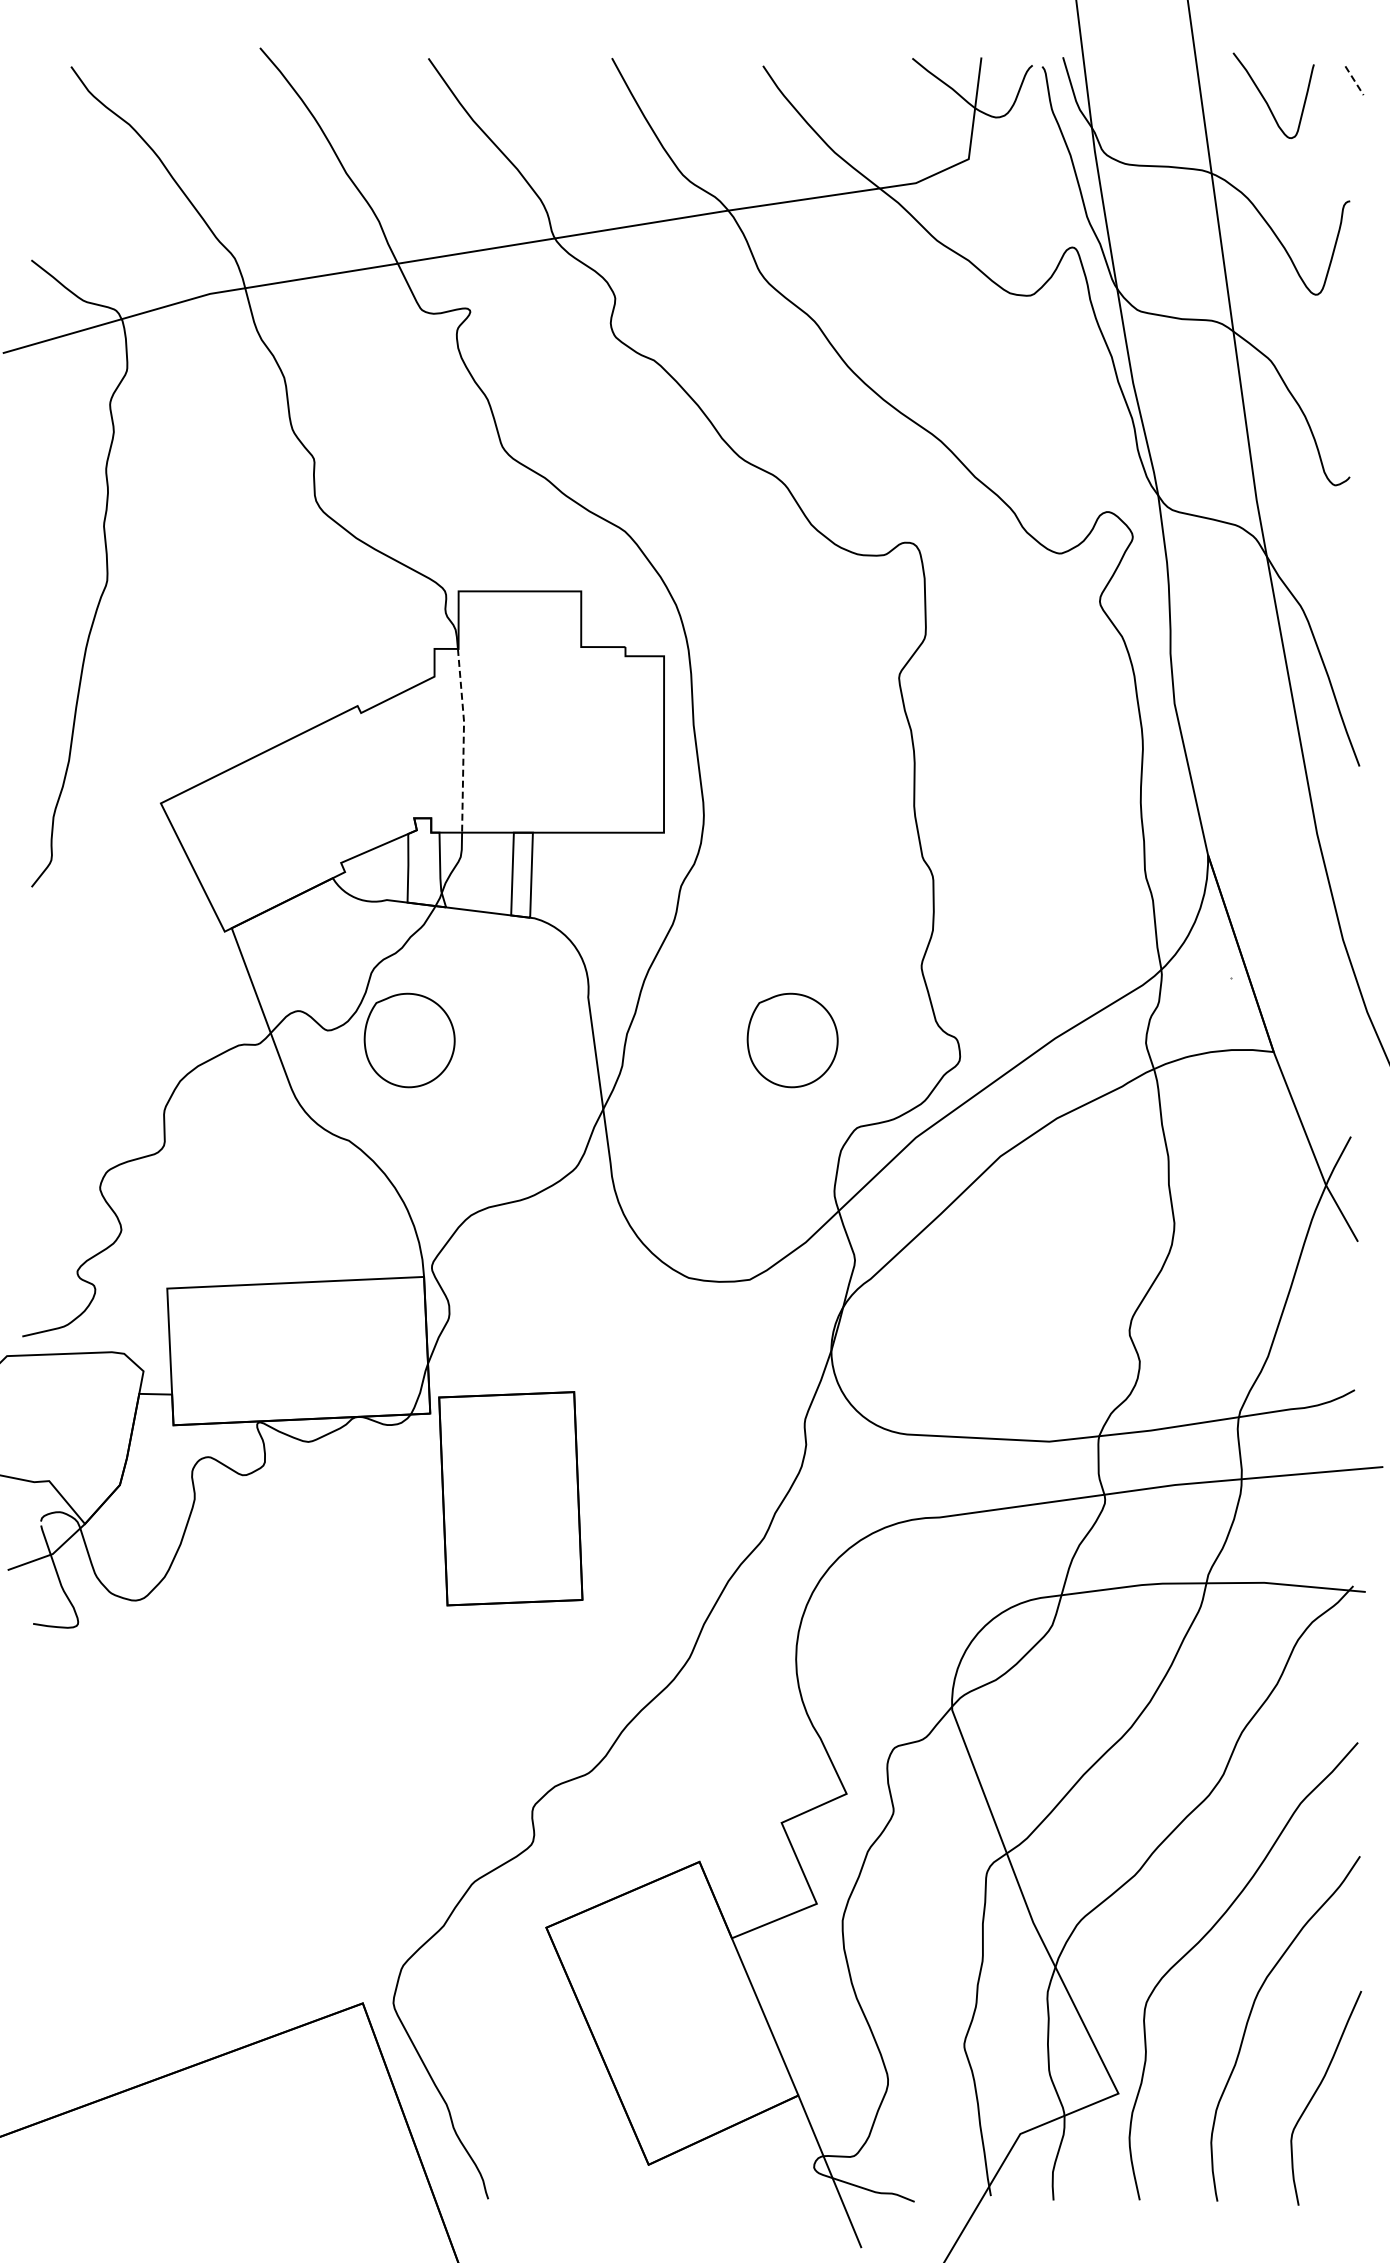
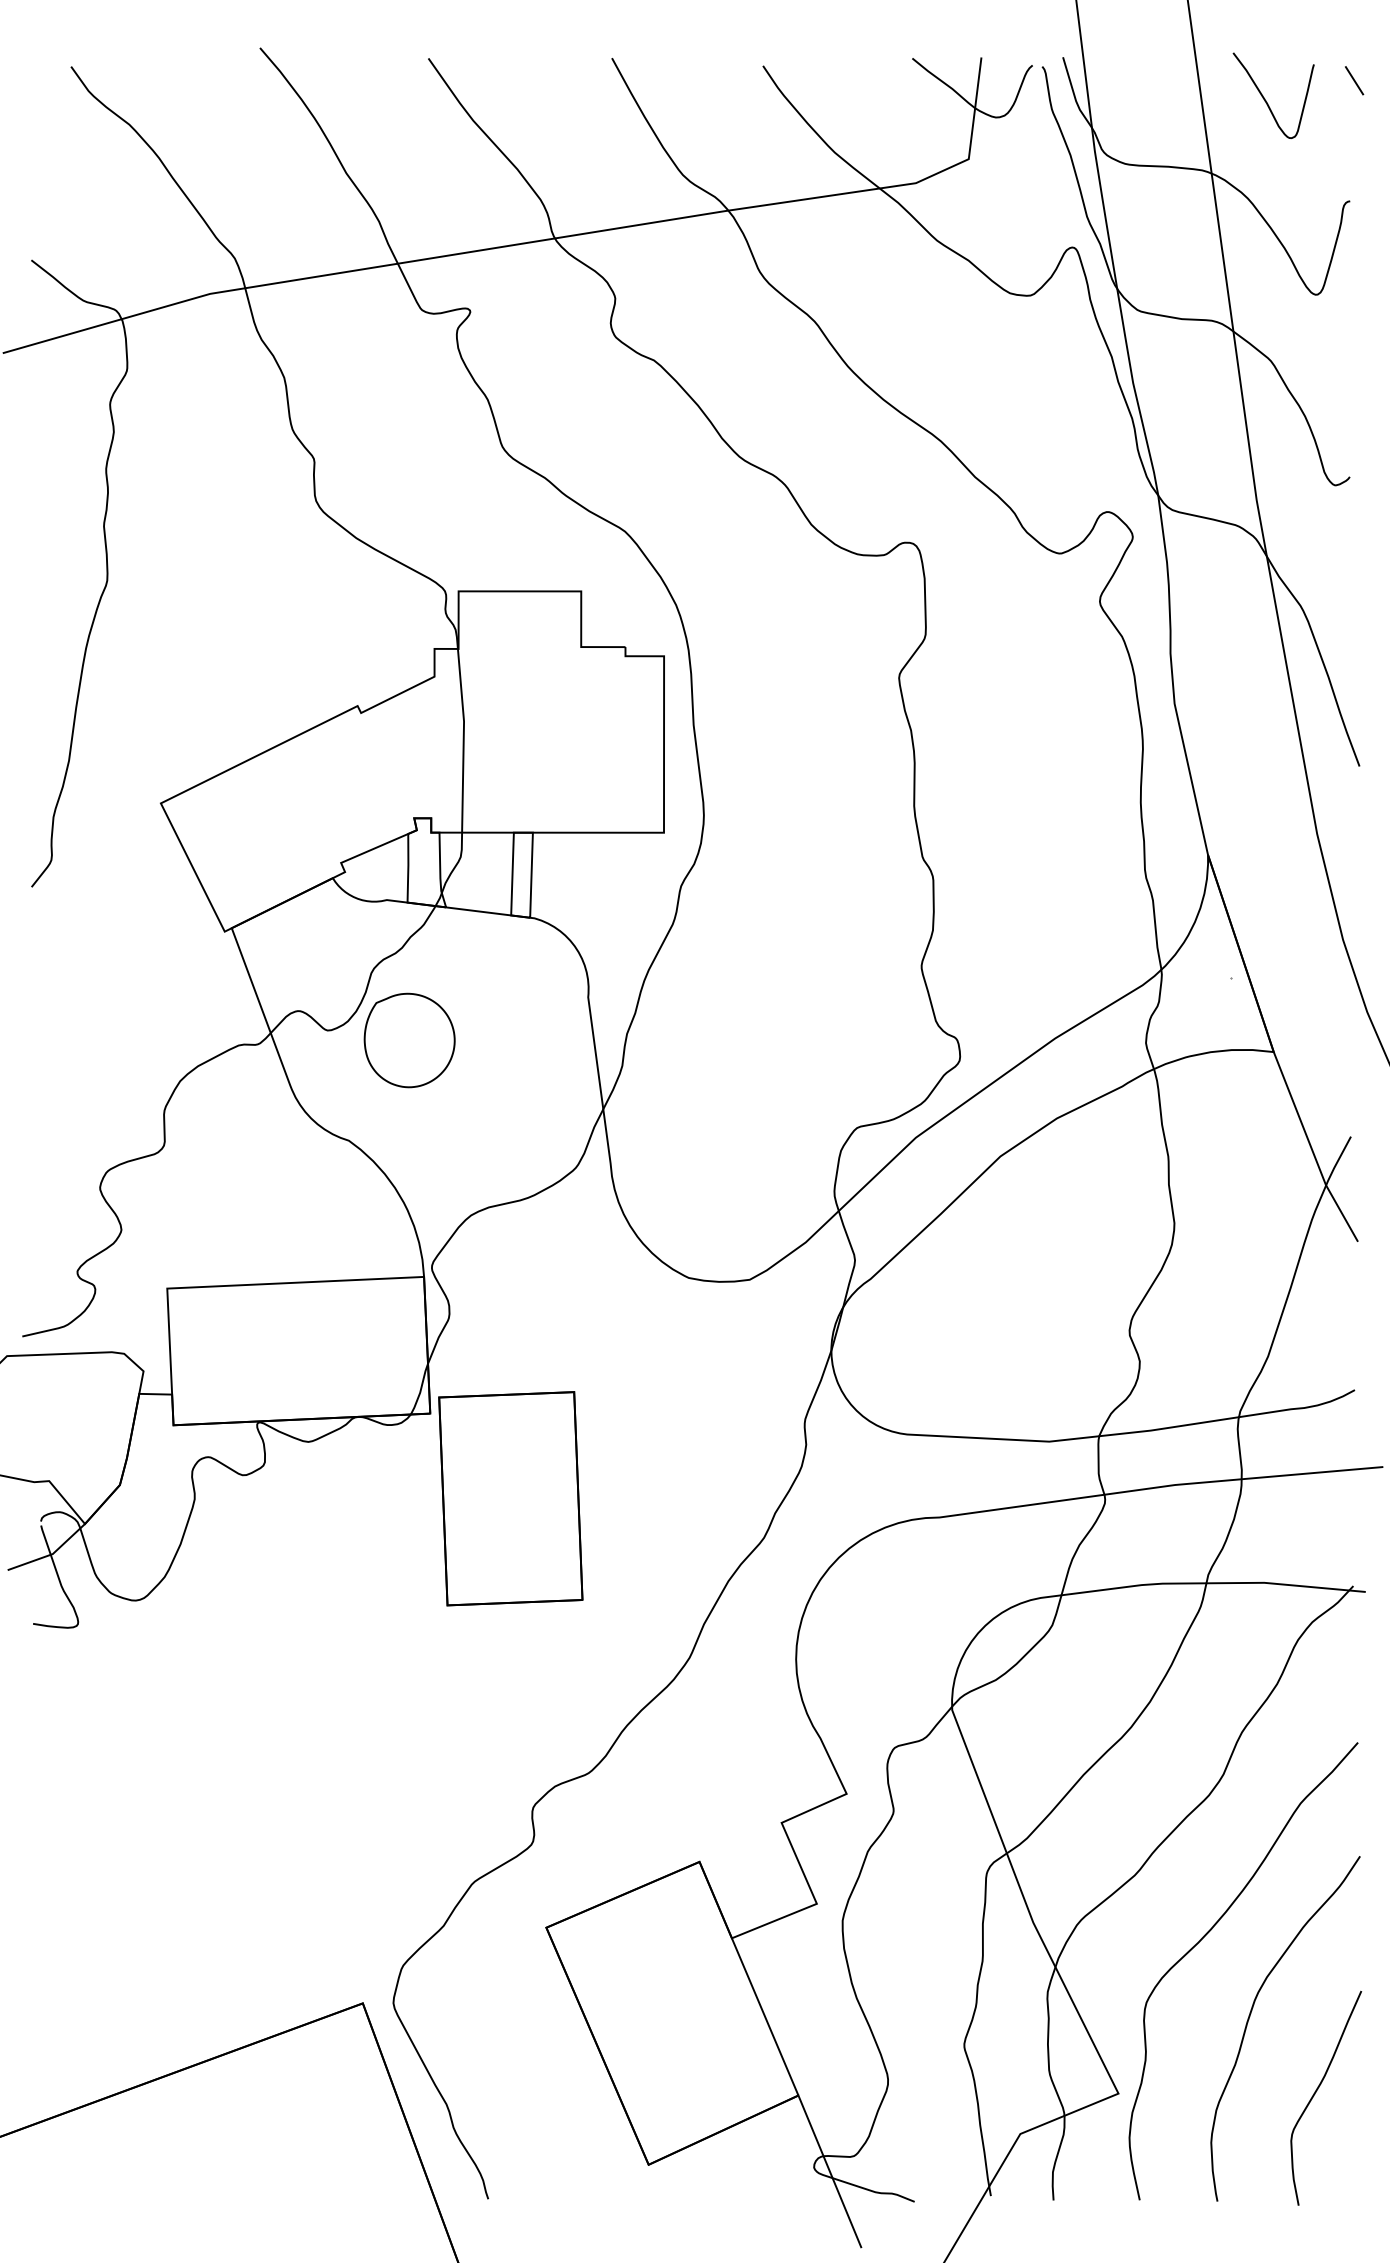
line at (1354, 81): dashed -> solid
line at (463, 740): dashed -> solid
part at (792, 1040): present -> none
